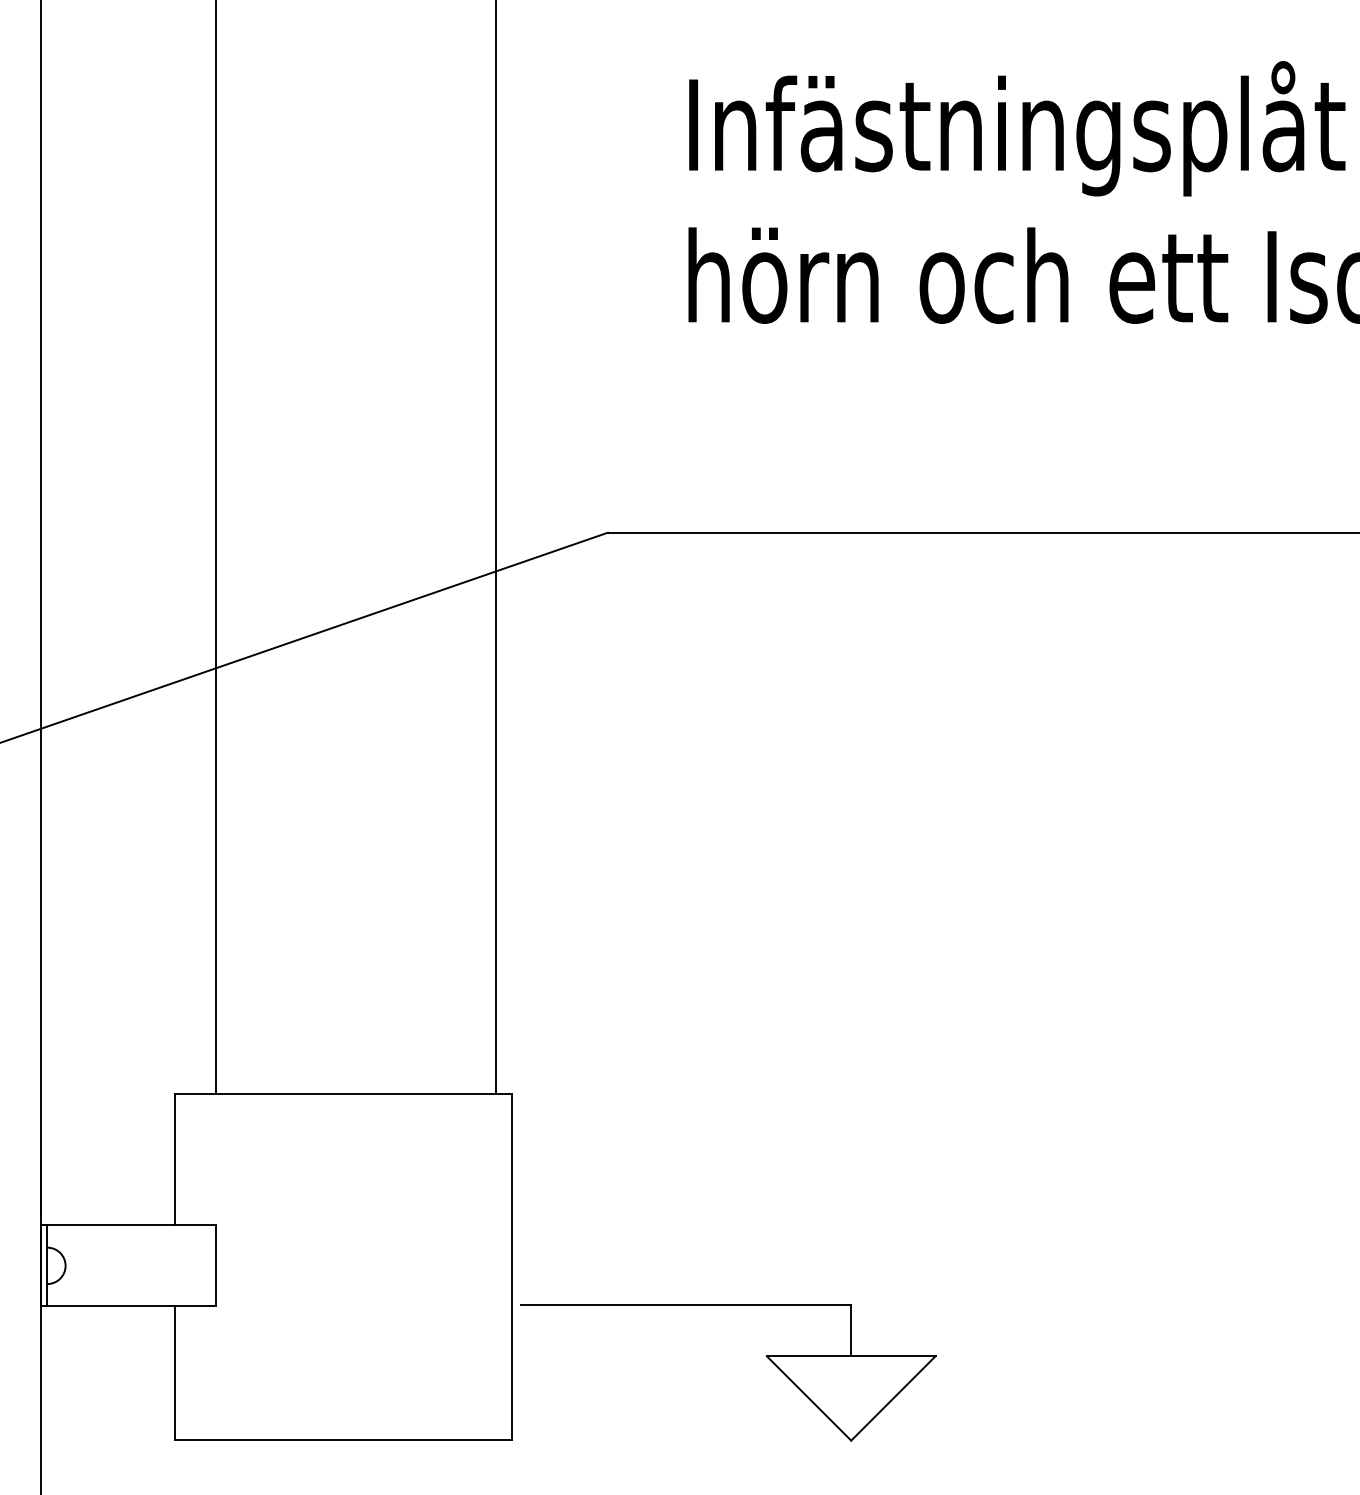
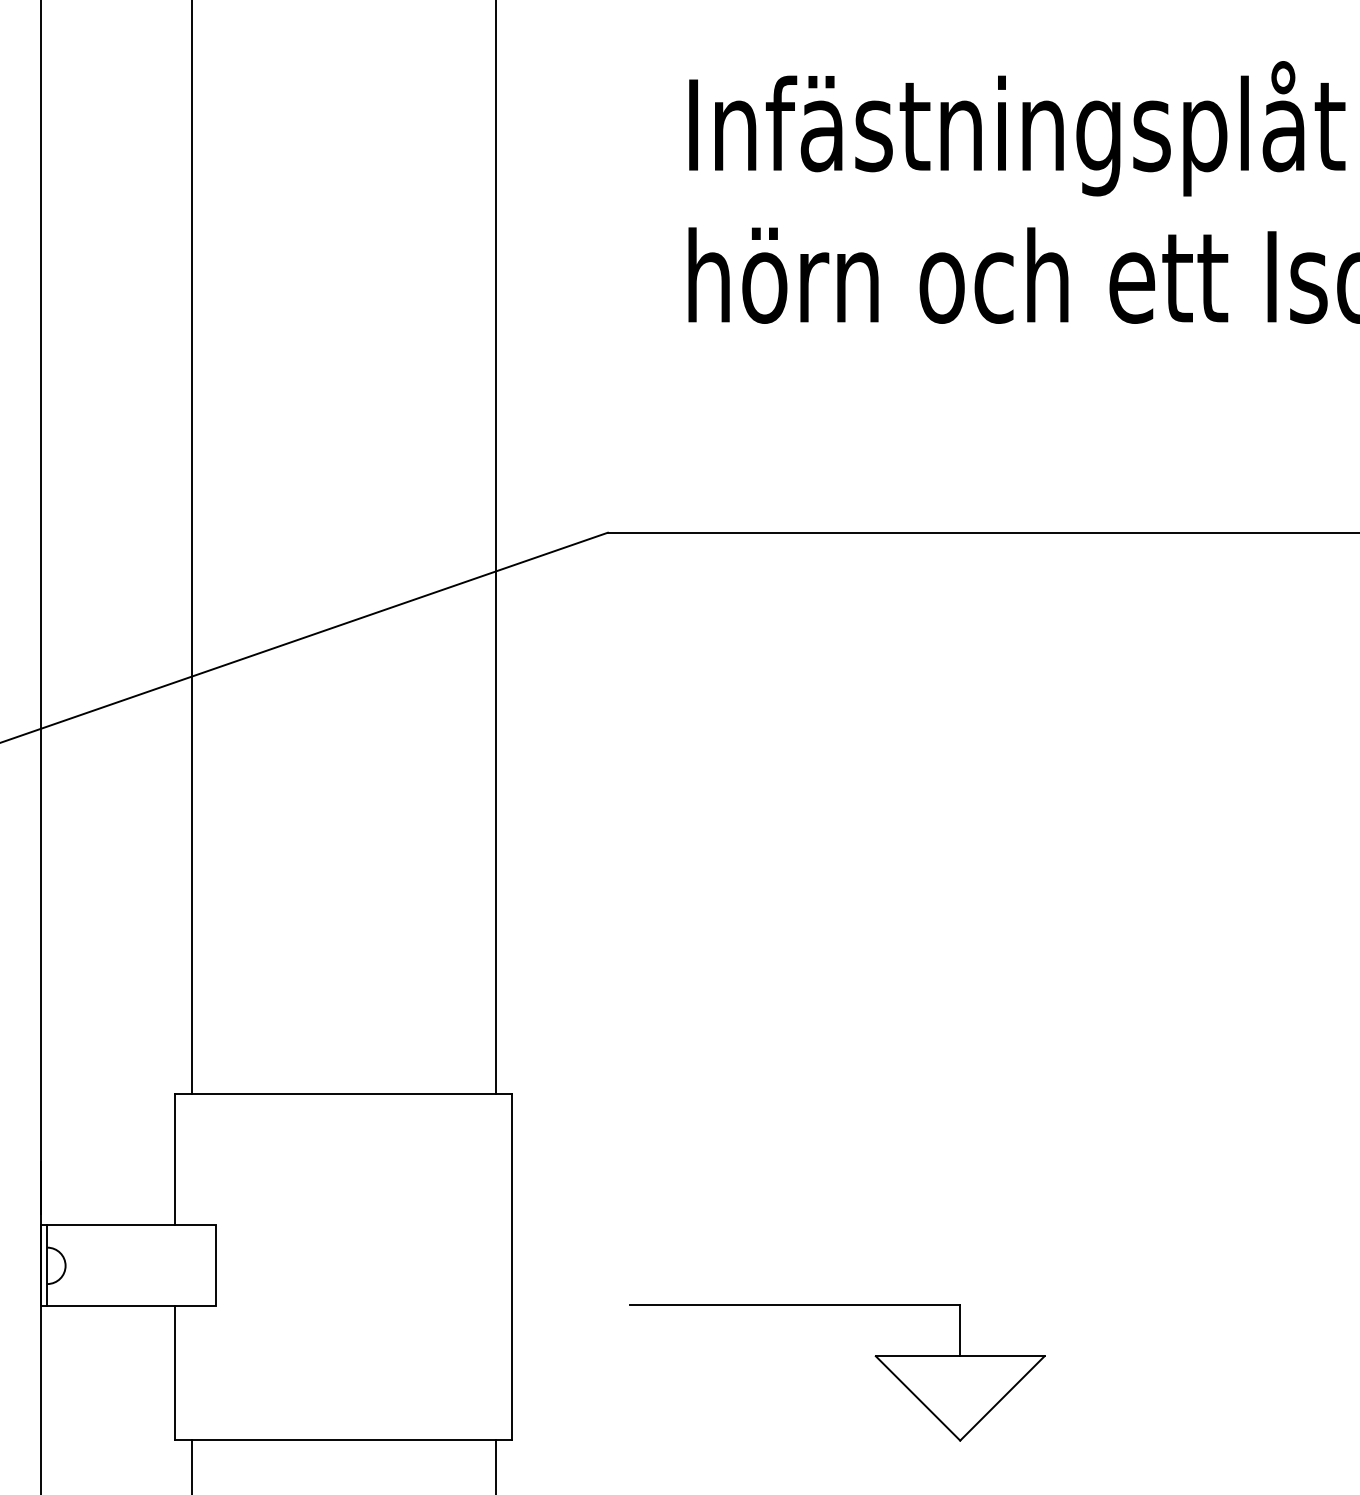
line at (216, 547) position: (216, 547) -> (192, 547)
part at (765, 1356) position: (765, 1356) -> (874, 1356)
line at (192, 1465): none -> present
line at (495, 1465): none -> present
